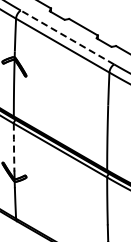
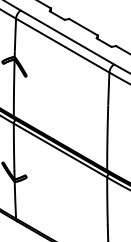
line at (67, 37): dashed -> solid
line at (14, 147): dashed -> solid
